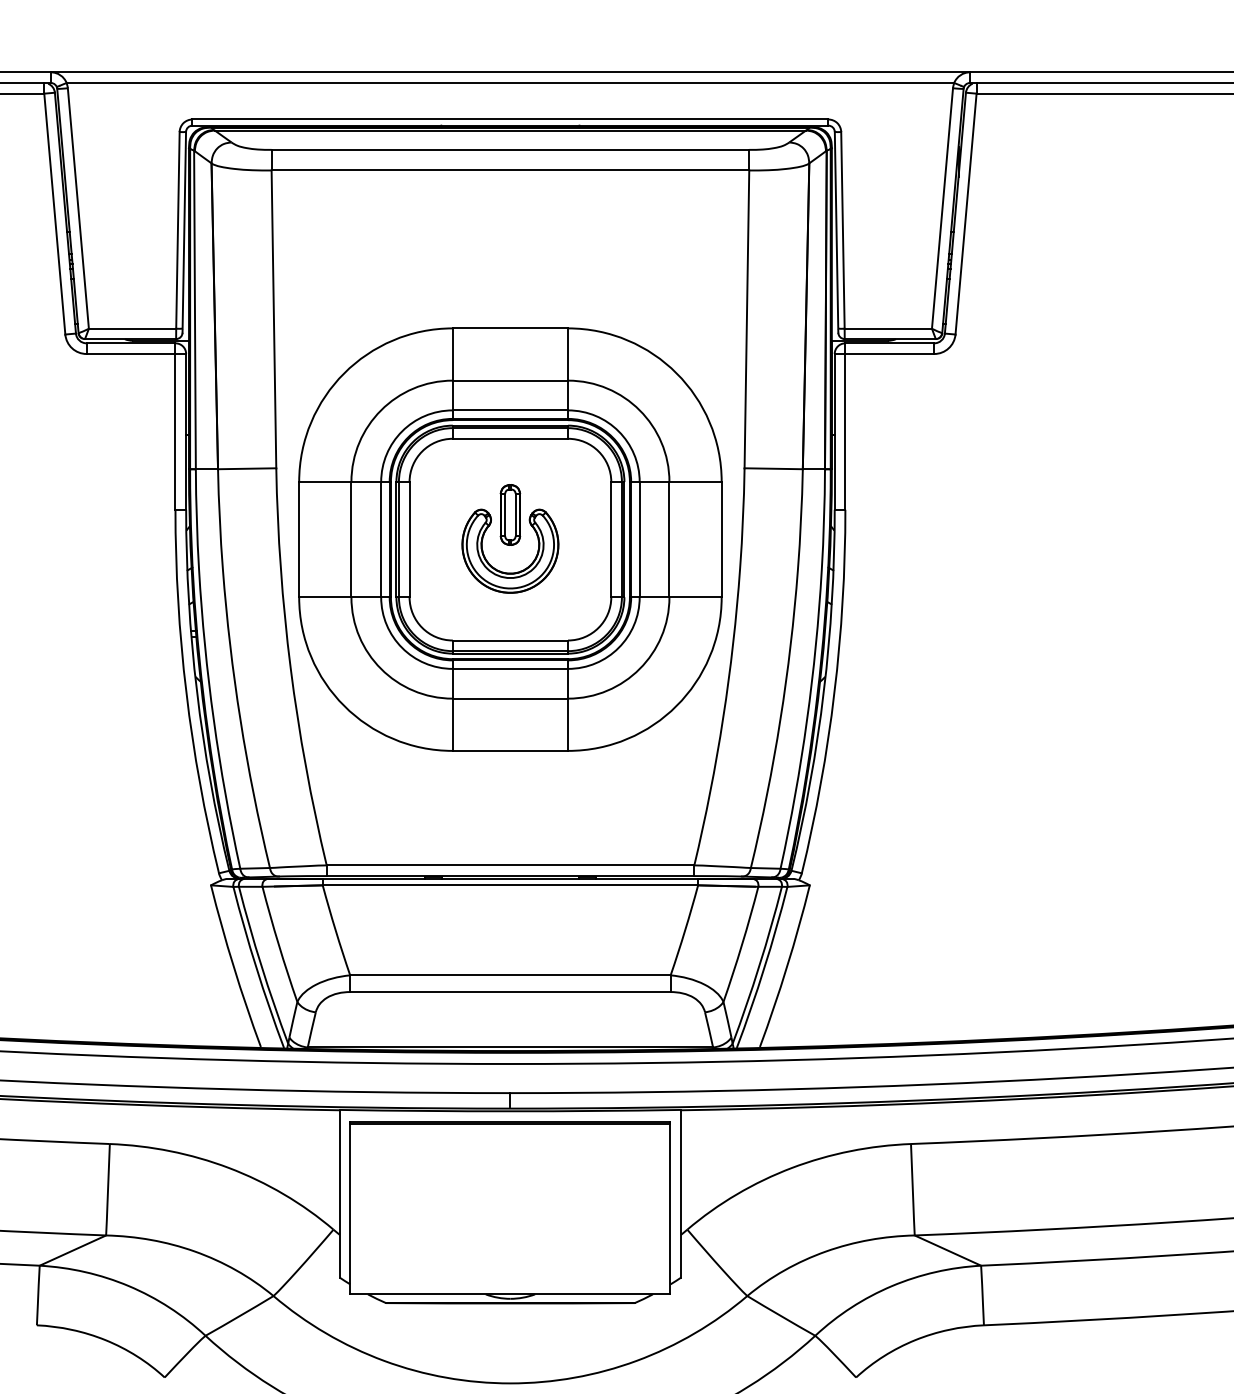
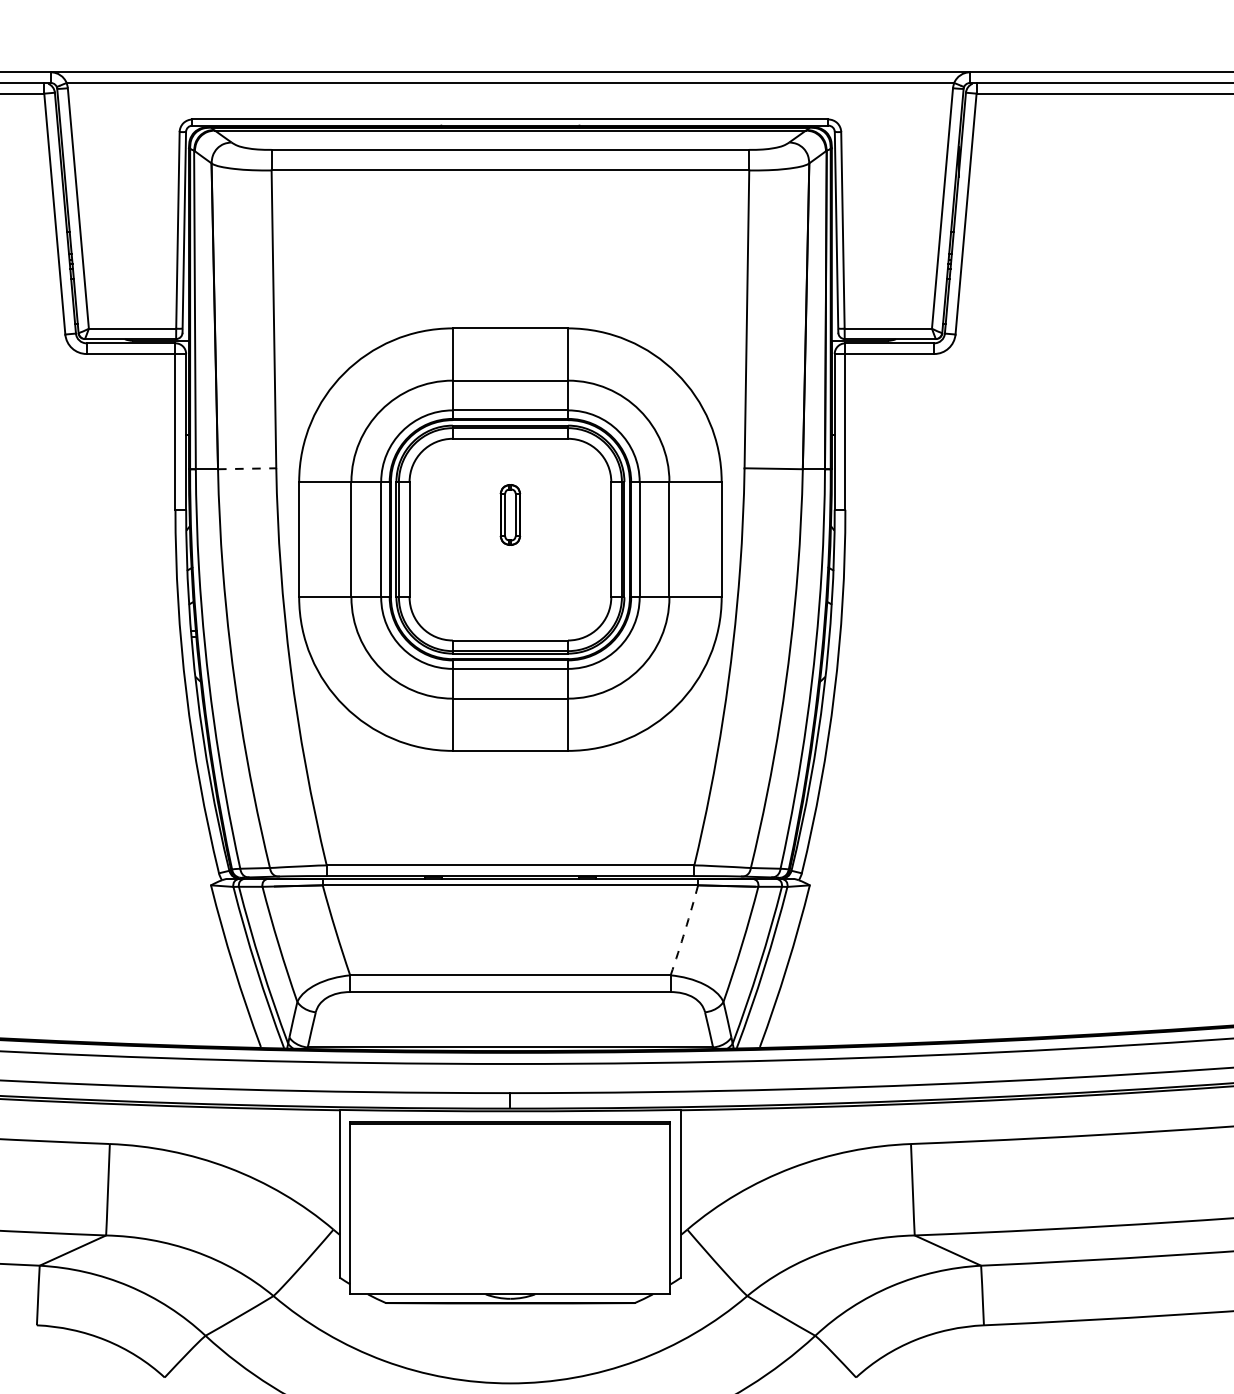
line at (247, 468): solid -> dashed
part at (510, 572): present -> none
arc at (685, 930): solid -> dashed
